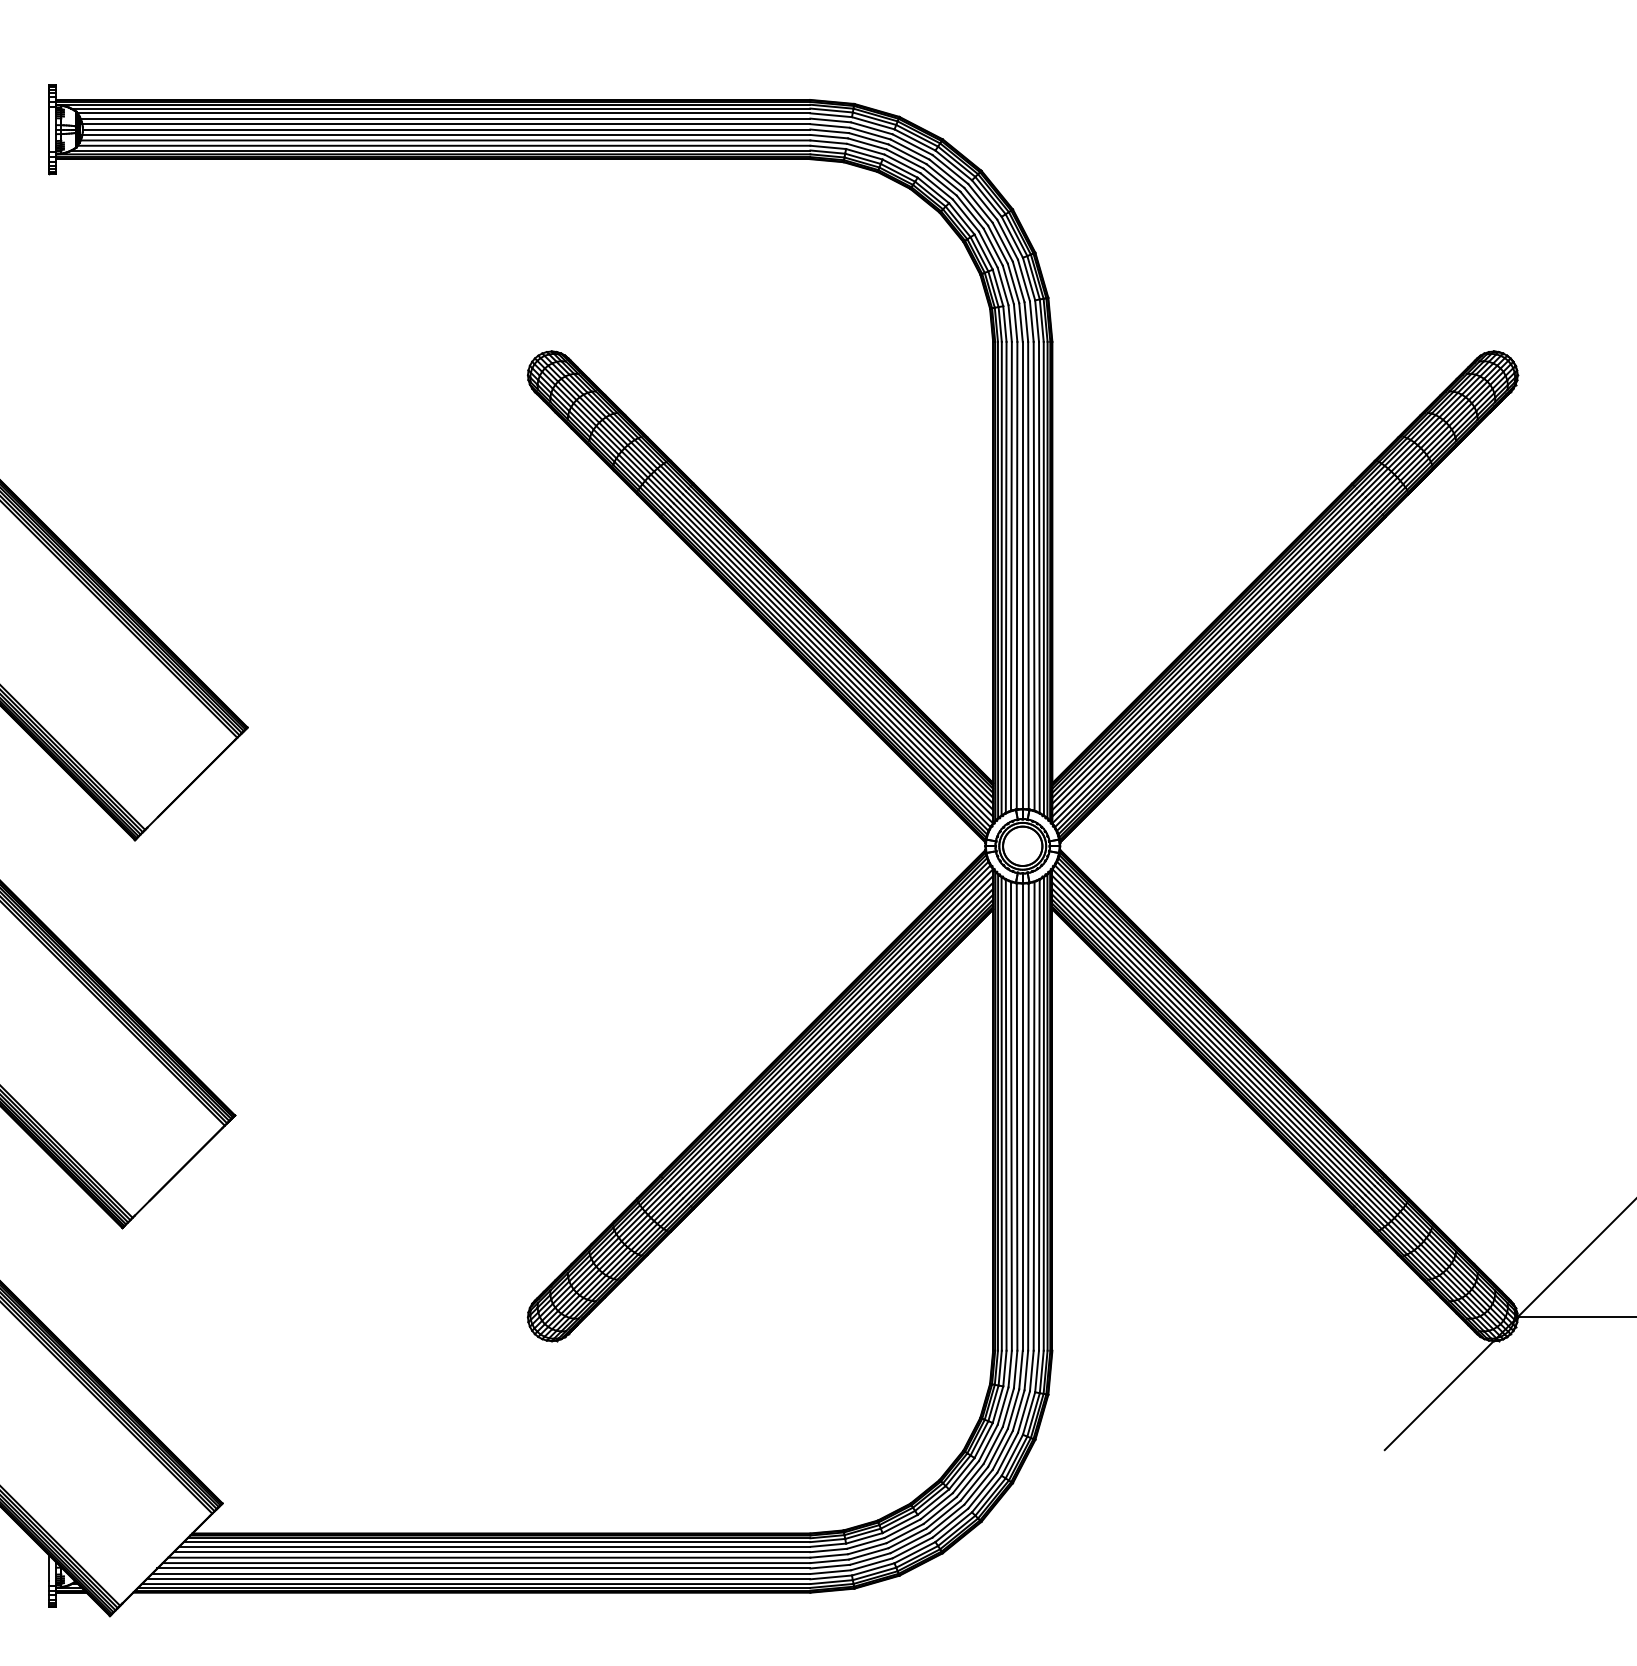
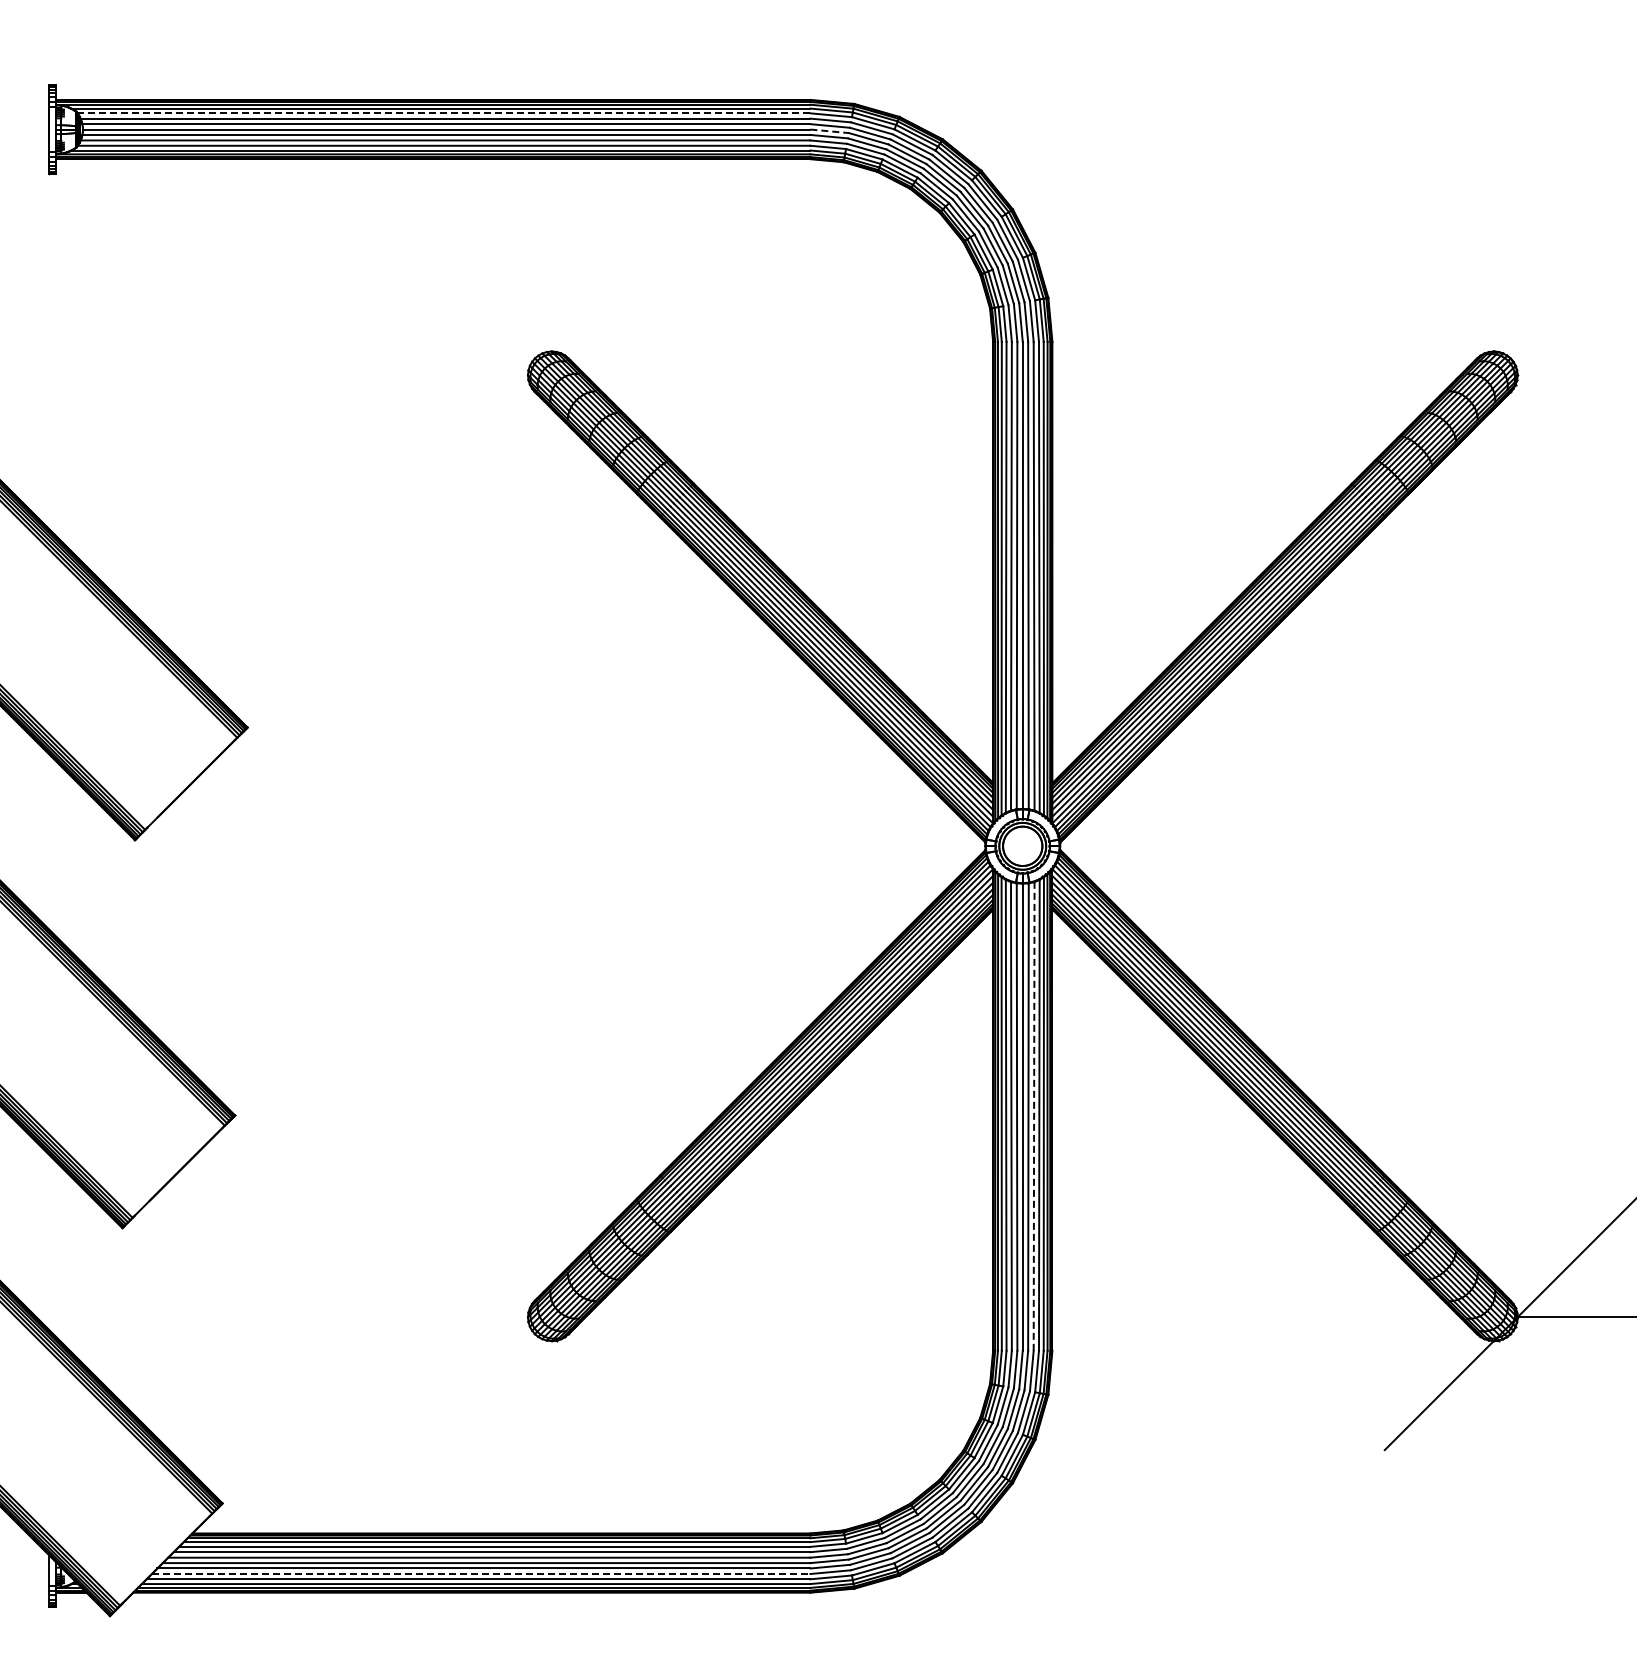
line at (443, 113): solid -> dashed
line at (830, 131): solid -> dashed
line at (1034, 1116): solid -> dashed
line at (481, 1574): solid -> dashed
